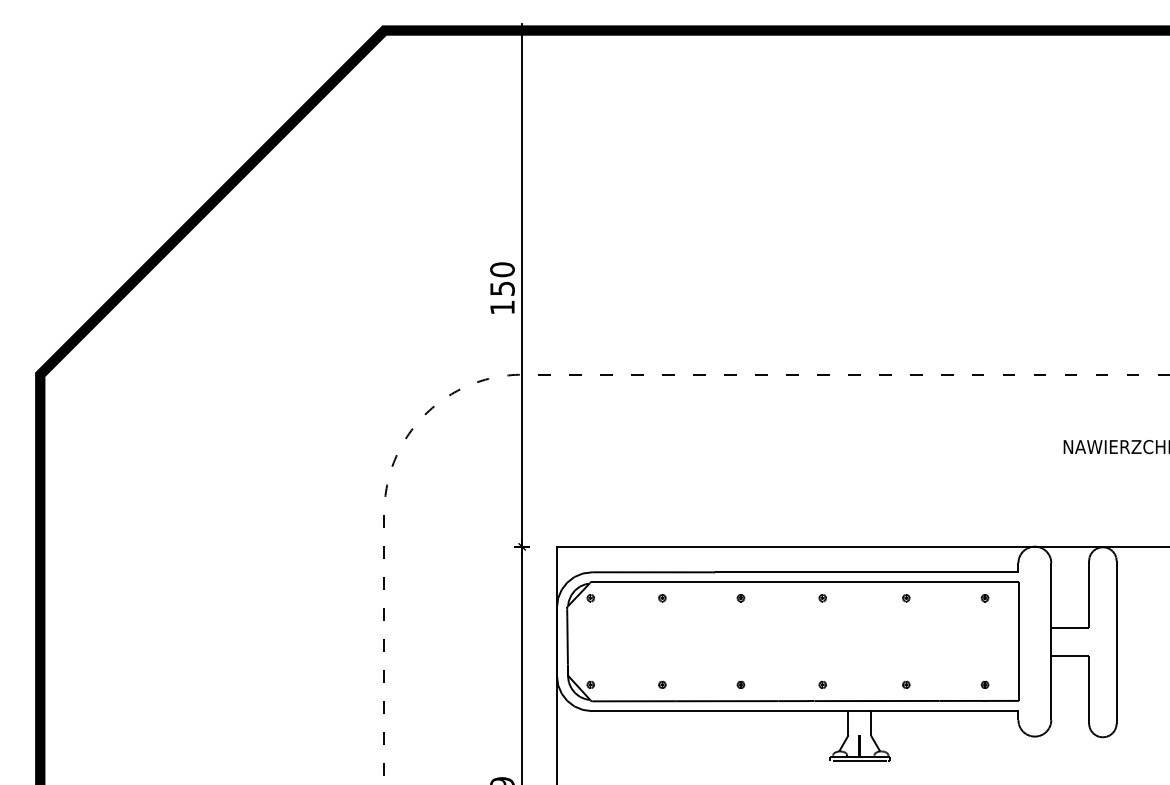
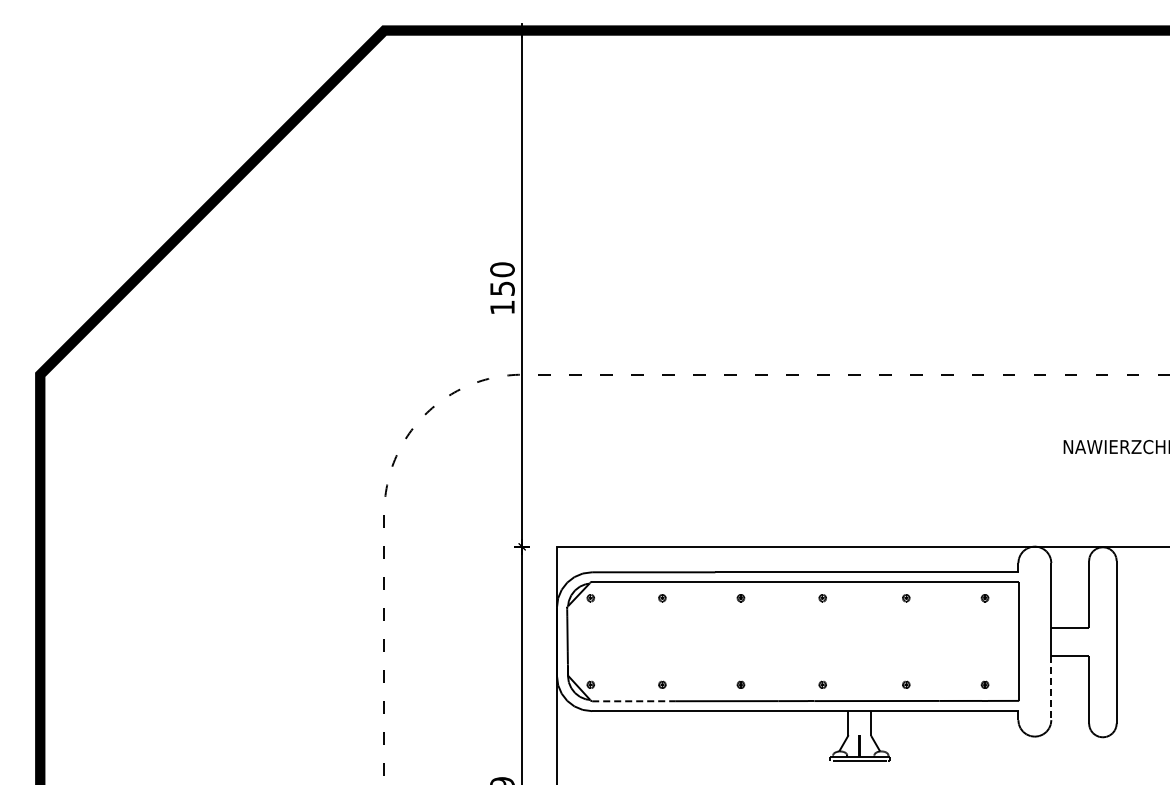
line at (1051, 688): solid -> dashed
line at (634, 701): solid -> dashed
